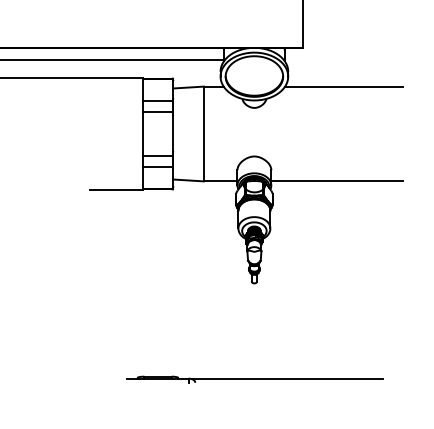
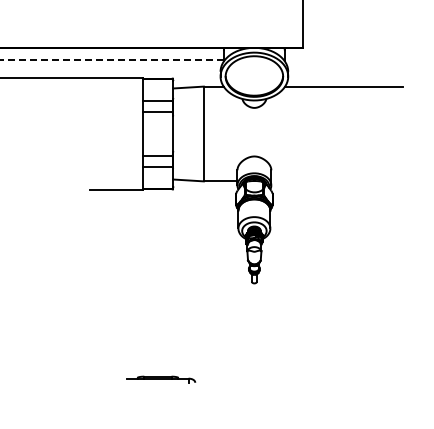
line at (112, 60): solid -> dashed
line at (337, 181): present -> none
line at (287, 379): present -> none
